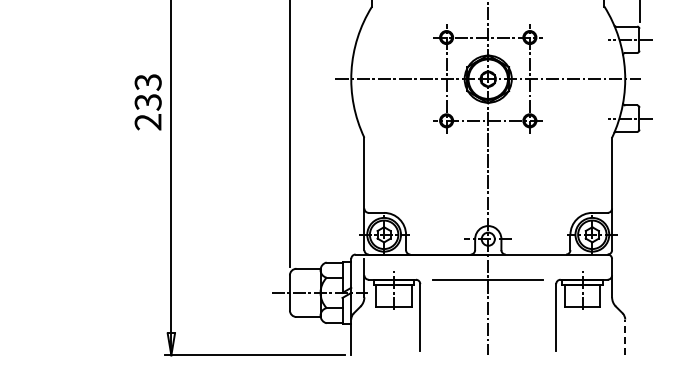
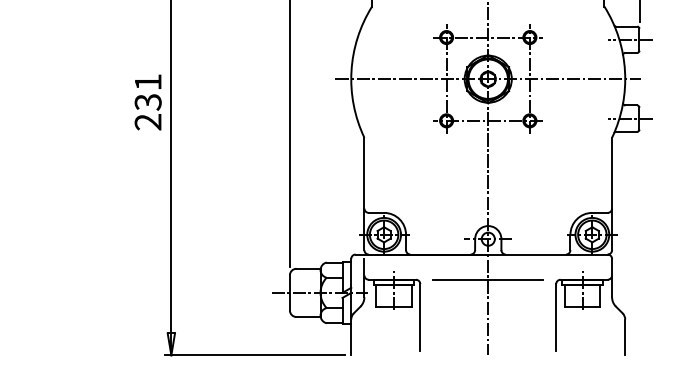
text at (147, 82): 233 -> 231
line at (625, 337): dashed -> solid
